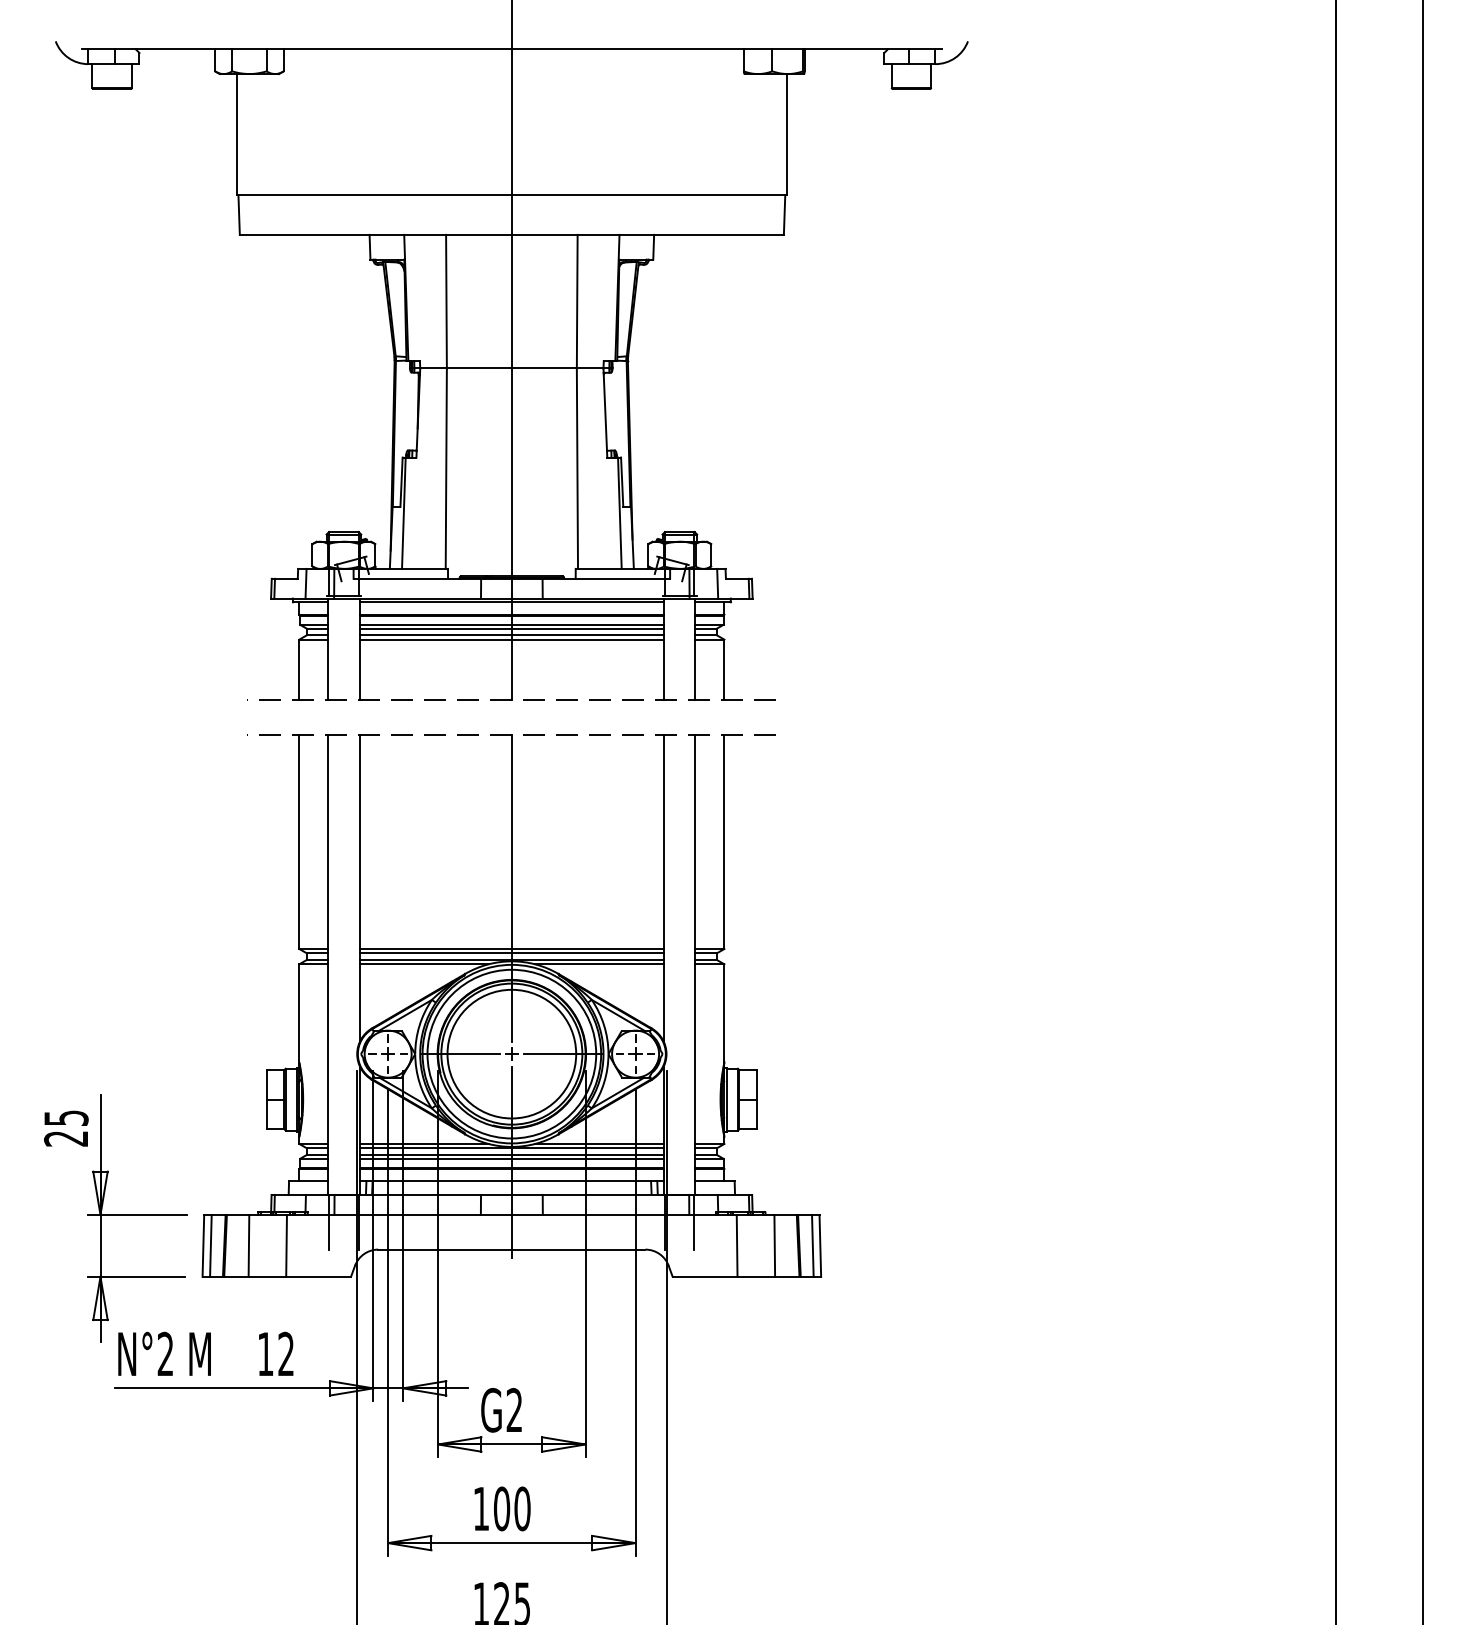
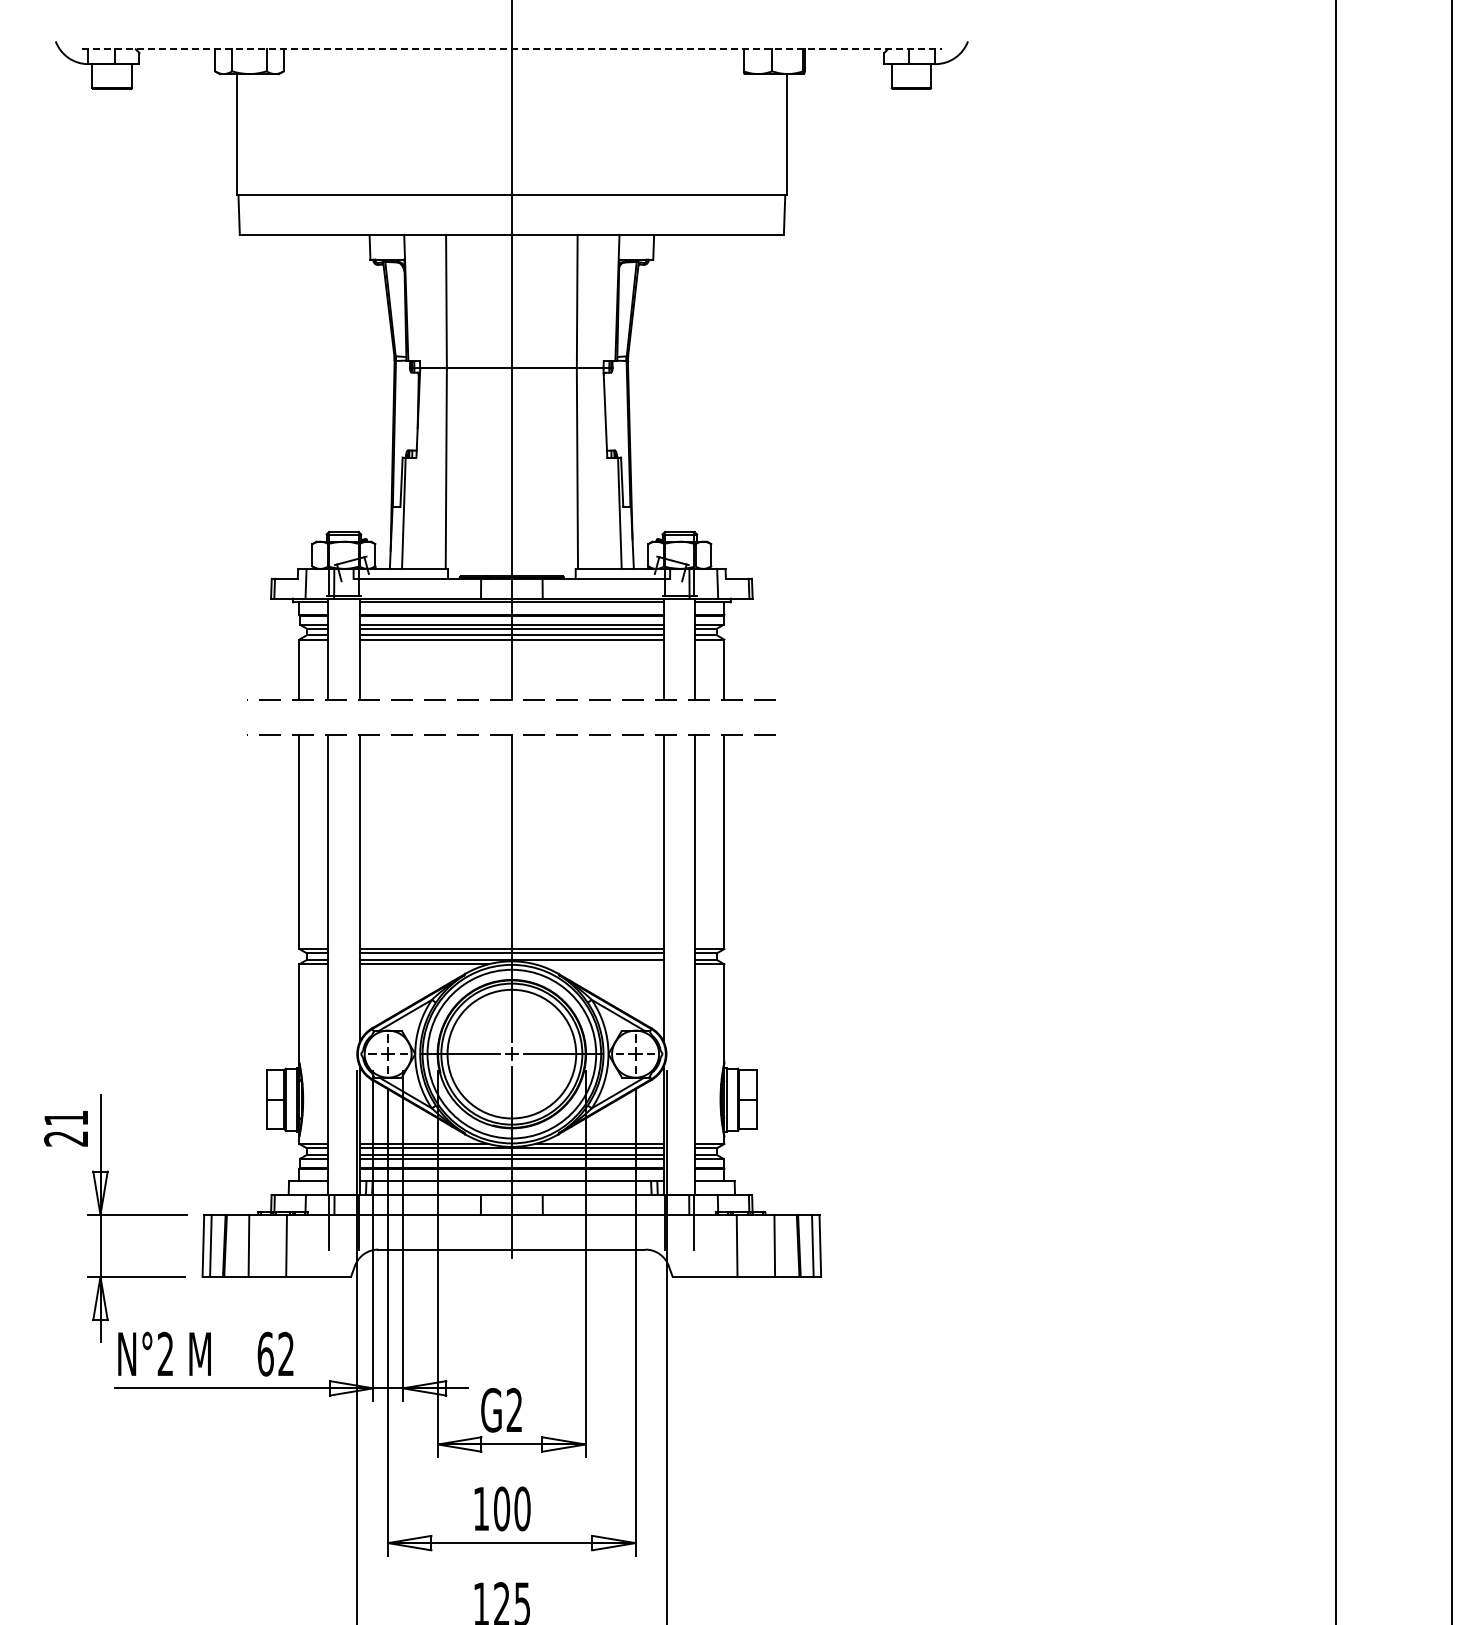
line at (512, 49): solid -> dashed
line at (1423, 811) position: (1423, 811) -> (1452, 811)
line at (599, 964): present -> none
text at (66, 1117): 25 -> 21
text at (265, 1353): 12 -> 62
